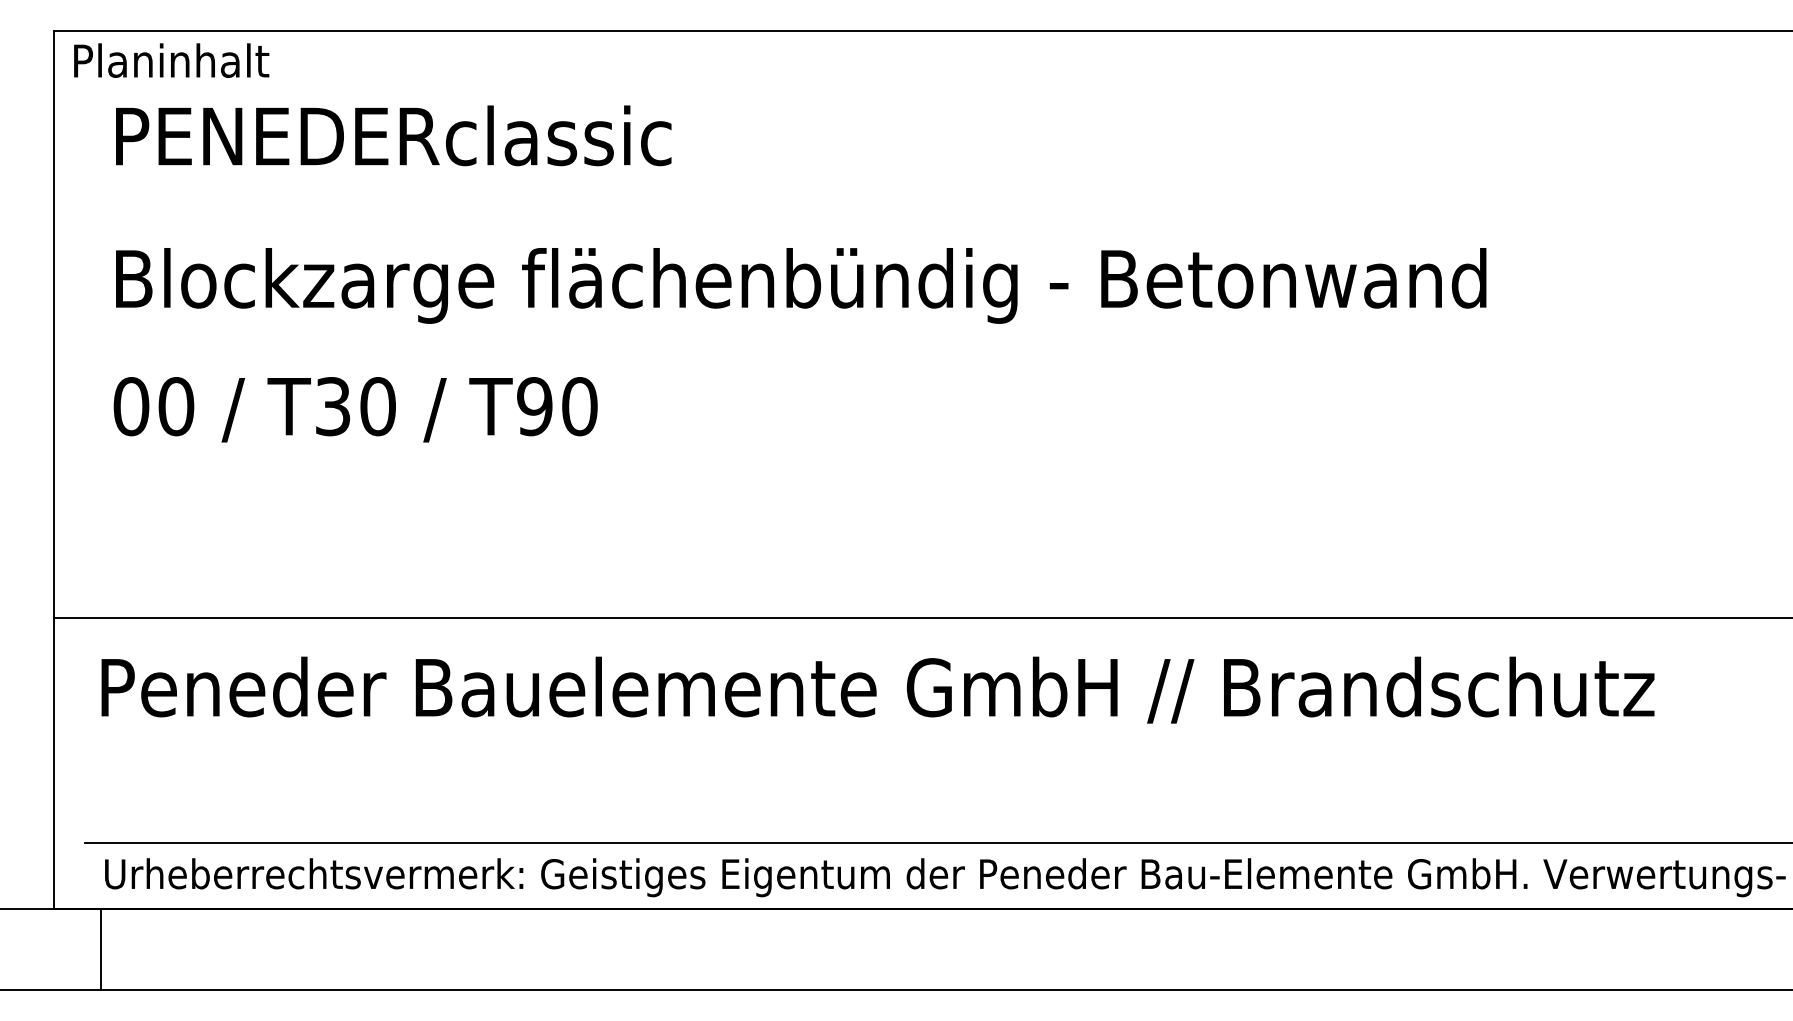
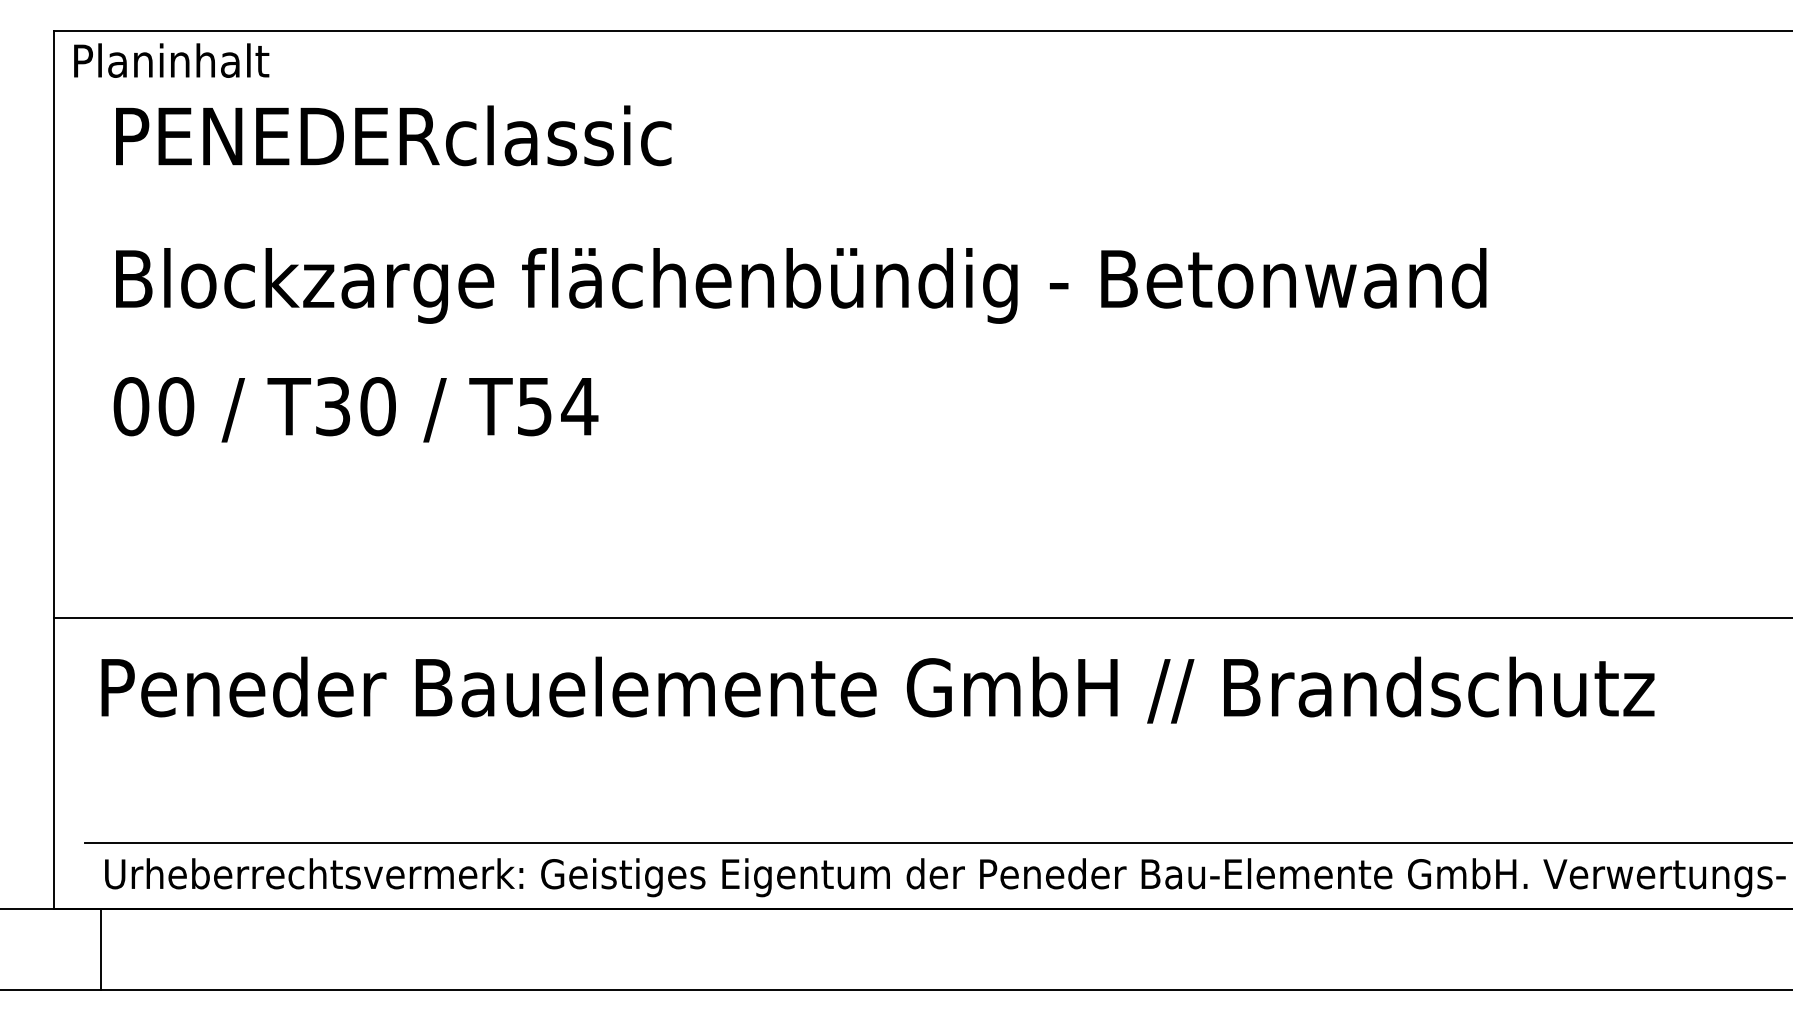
text at (557, 406): T90 -> T54
